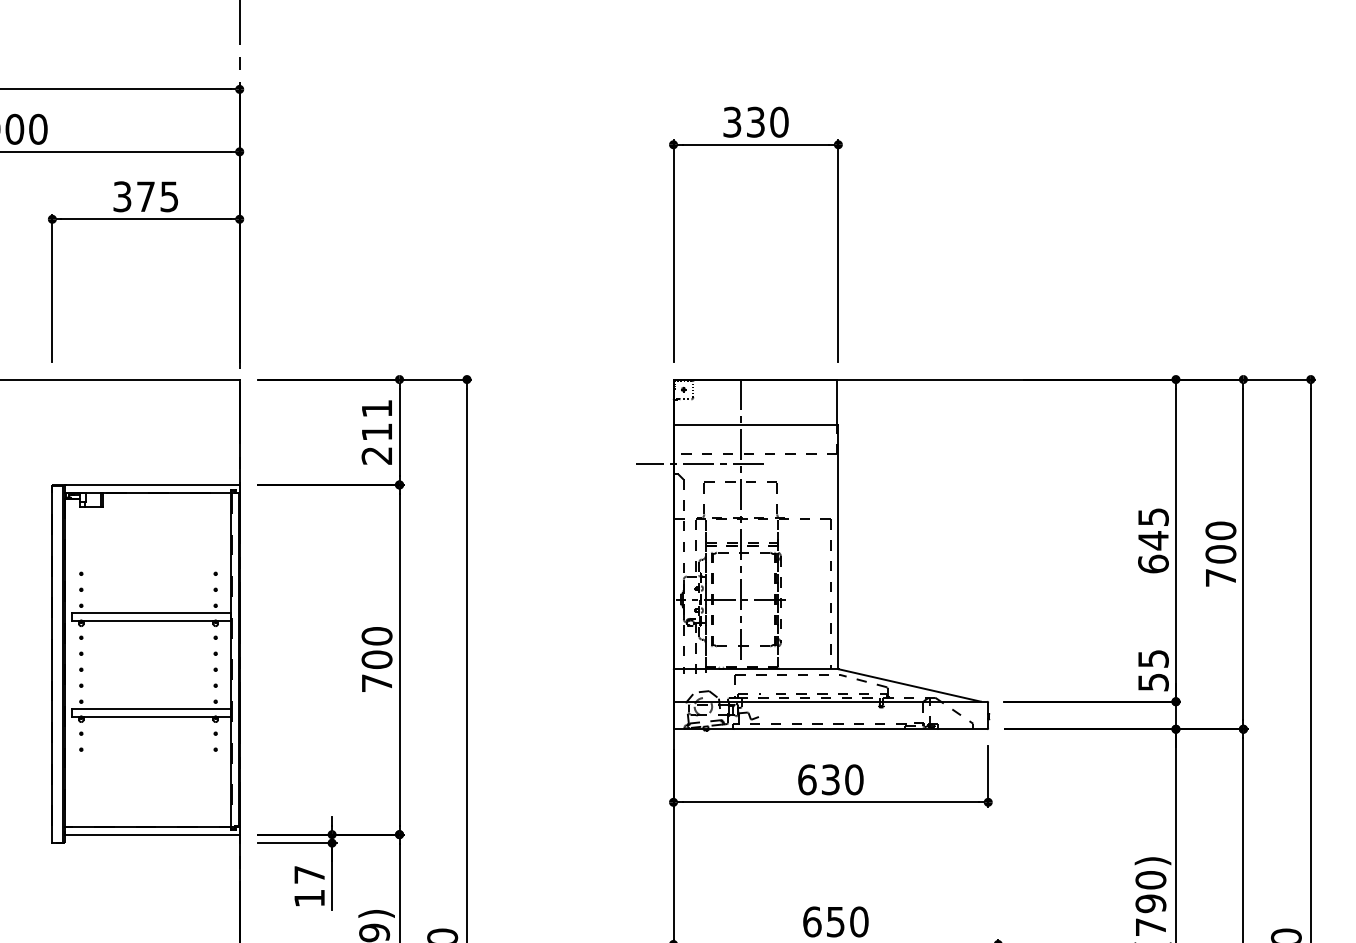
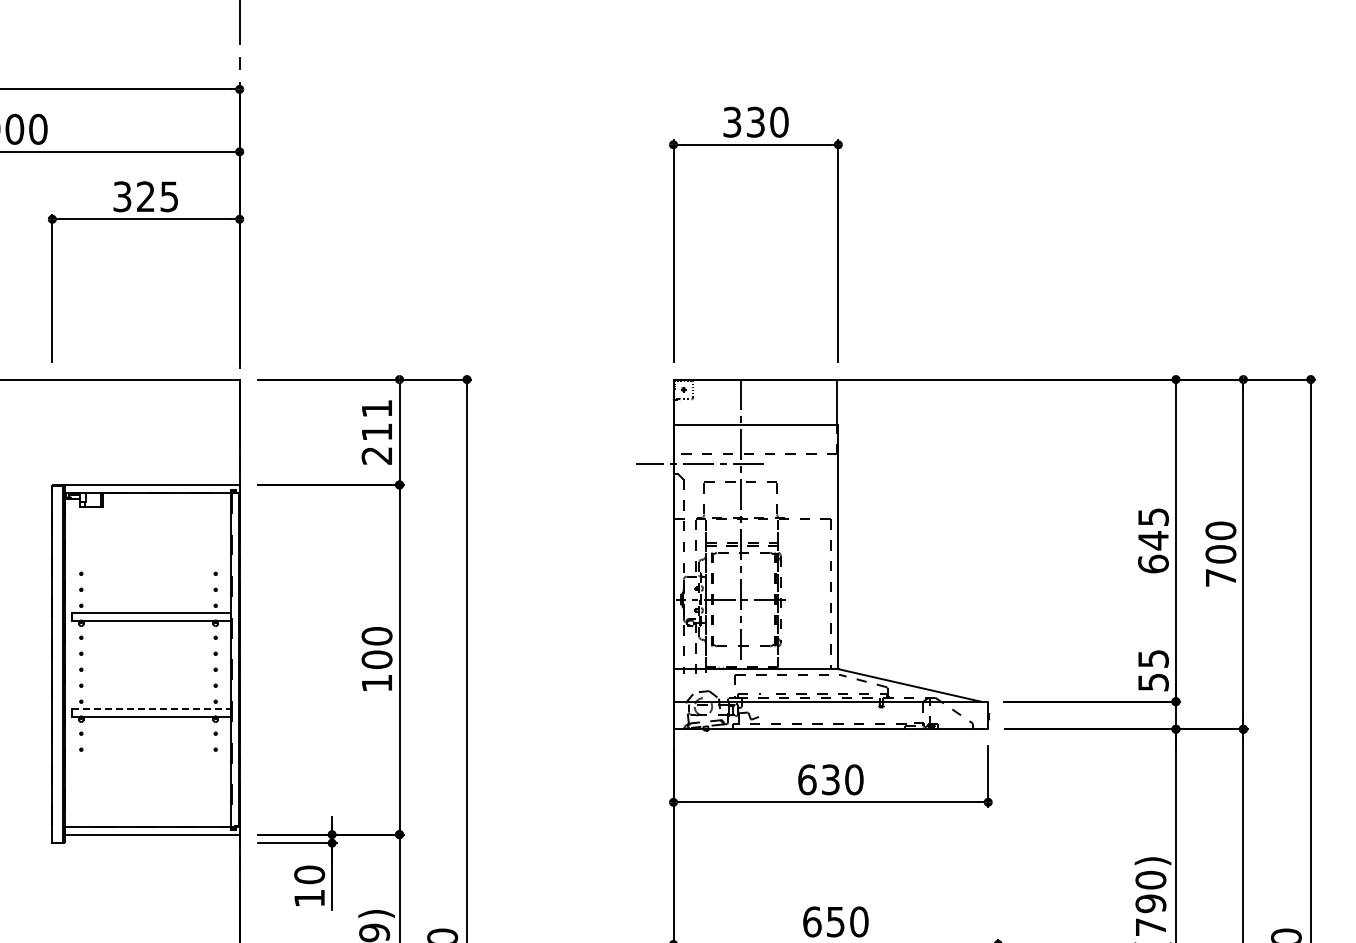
text at (145, 196): 375 -> 325
text at (376, 682): 700 -> 100
line at (151, 709): solid -> dashed
text at (309, 874): 17 -> 10
